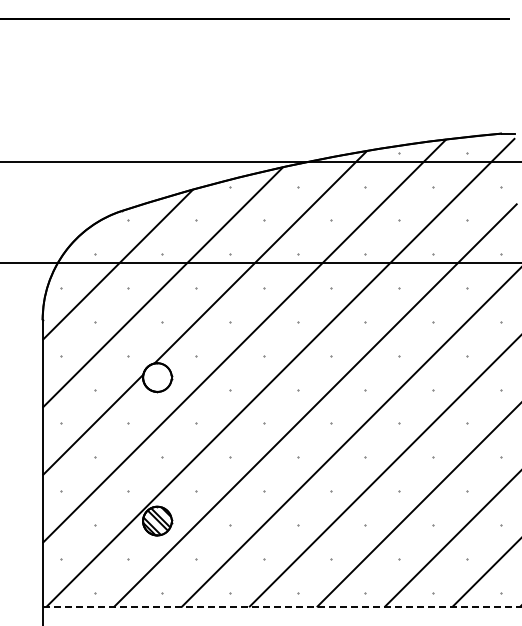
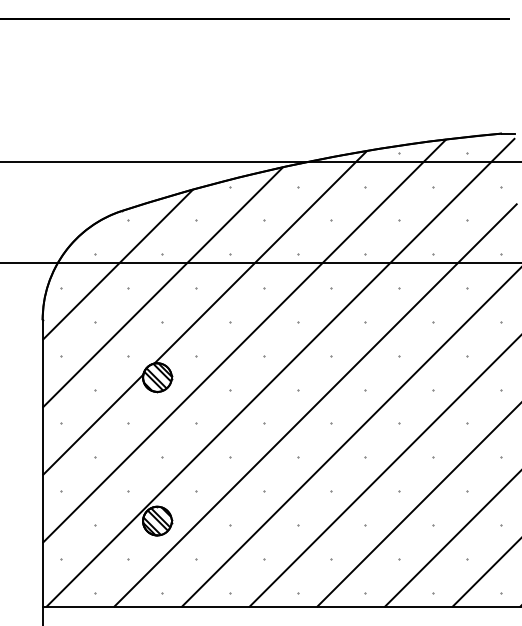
hatch at (157, 376): none -> present
line at (281, 607): dashed -> solid
